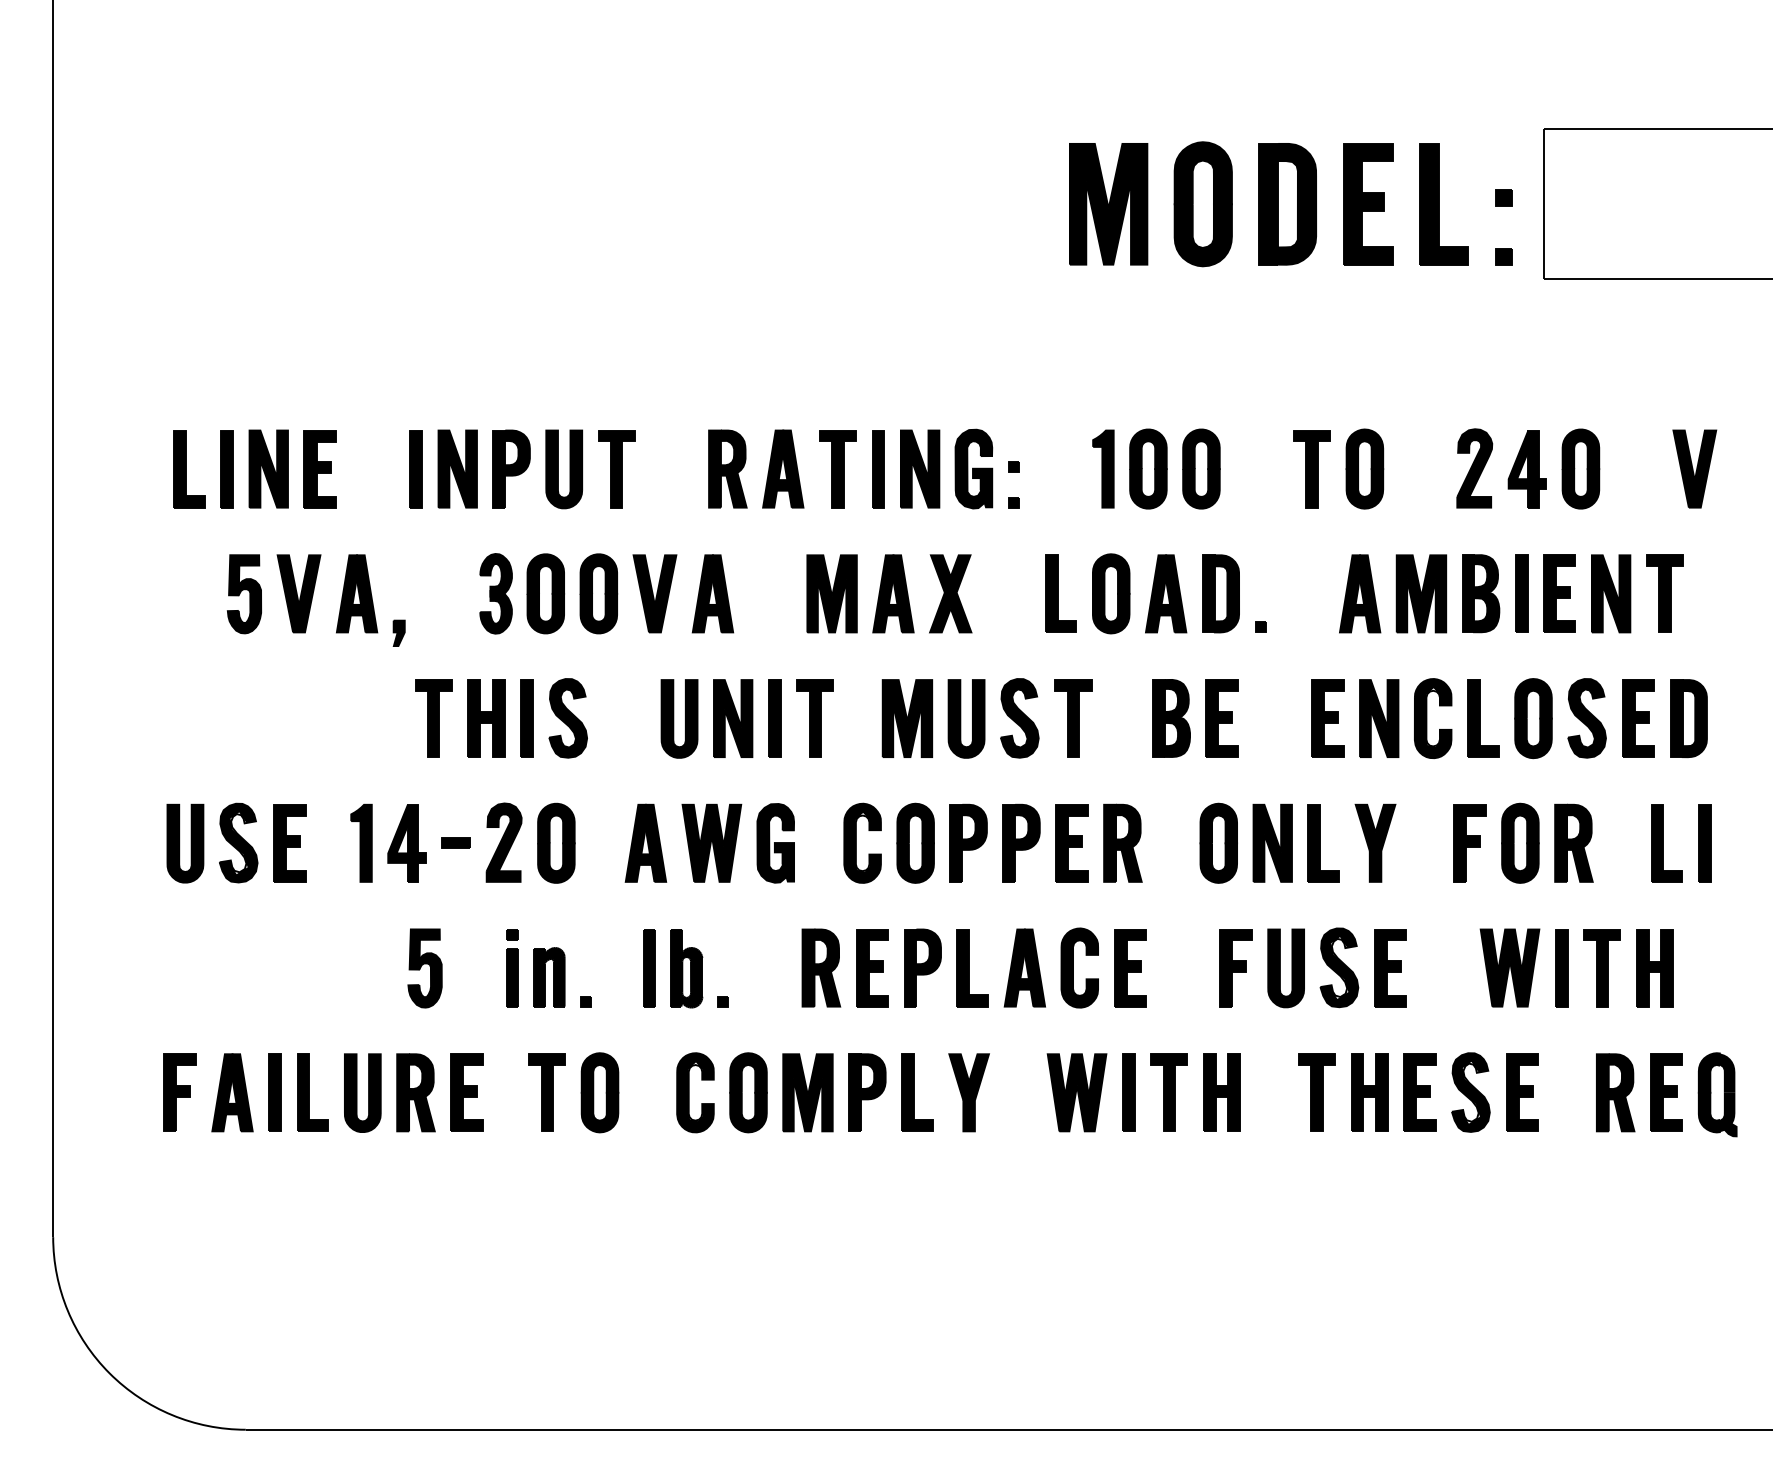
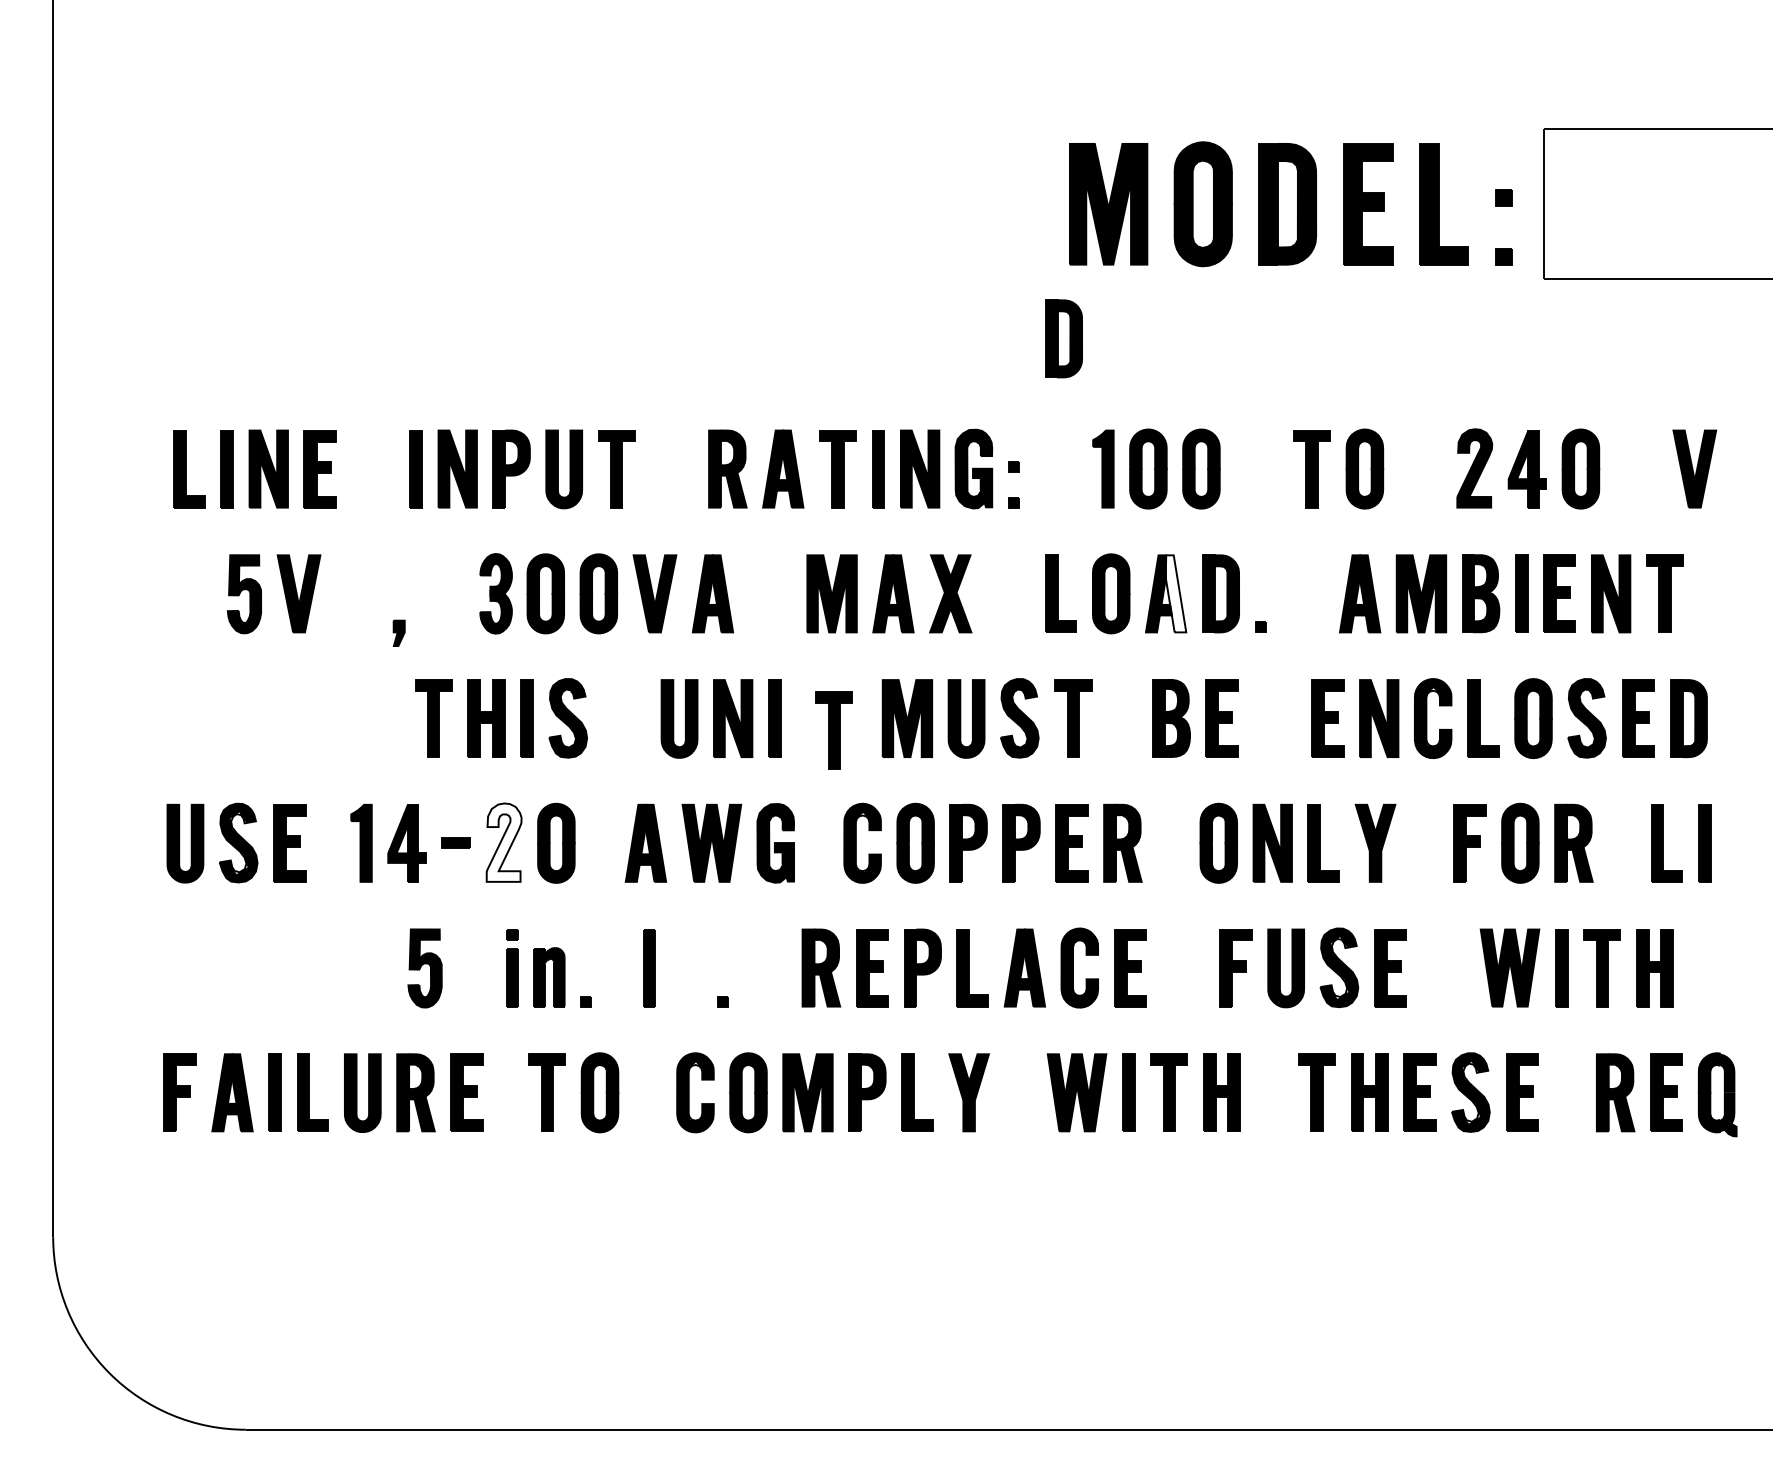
part at (1063, 338): none -> present
part at (357, 593): present -> none
fill at (1175, 593): present -> none
part at (814, 718) position: (814, 718) -> (833, 730)
fill at (503, 842): present -> none
part at (686, 968): present -> none
